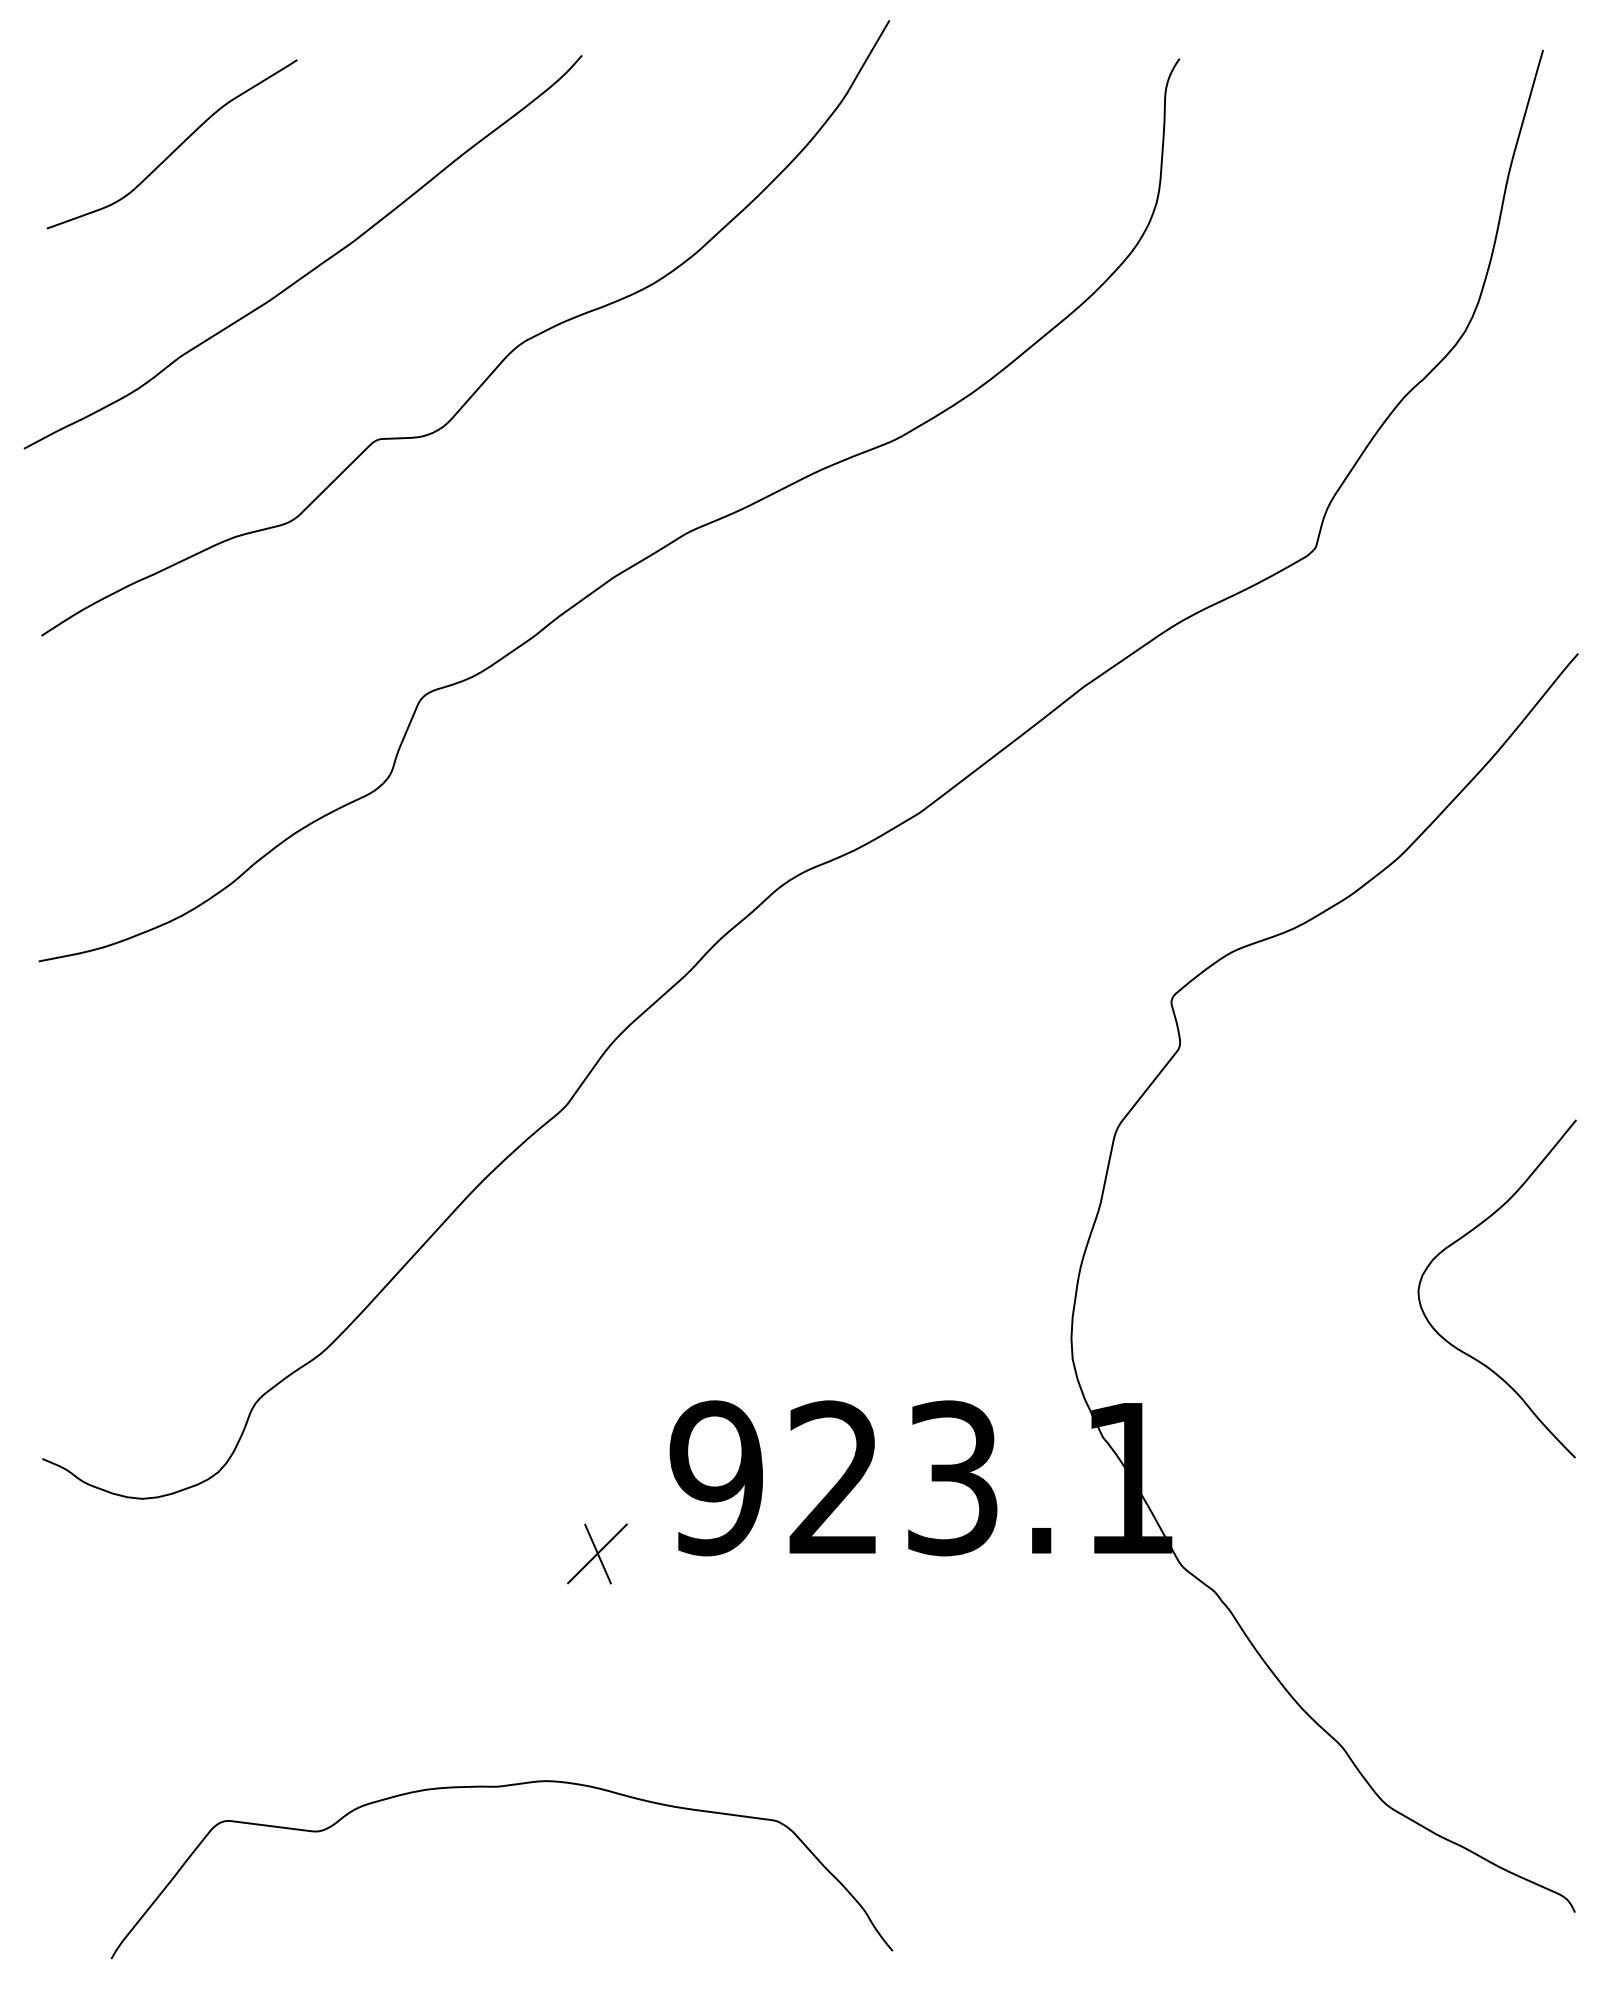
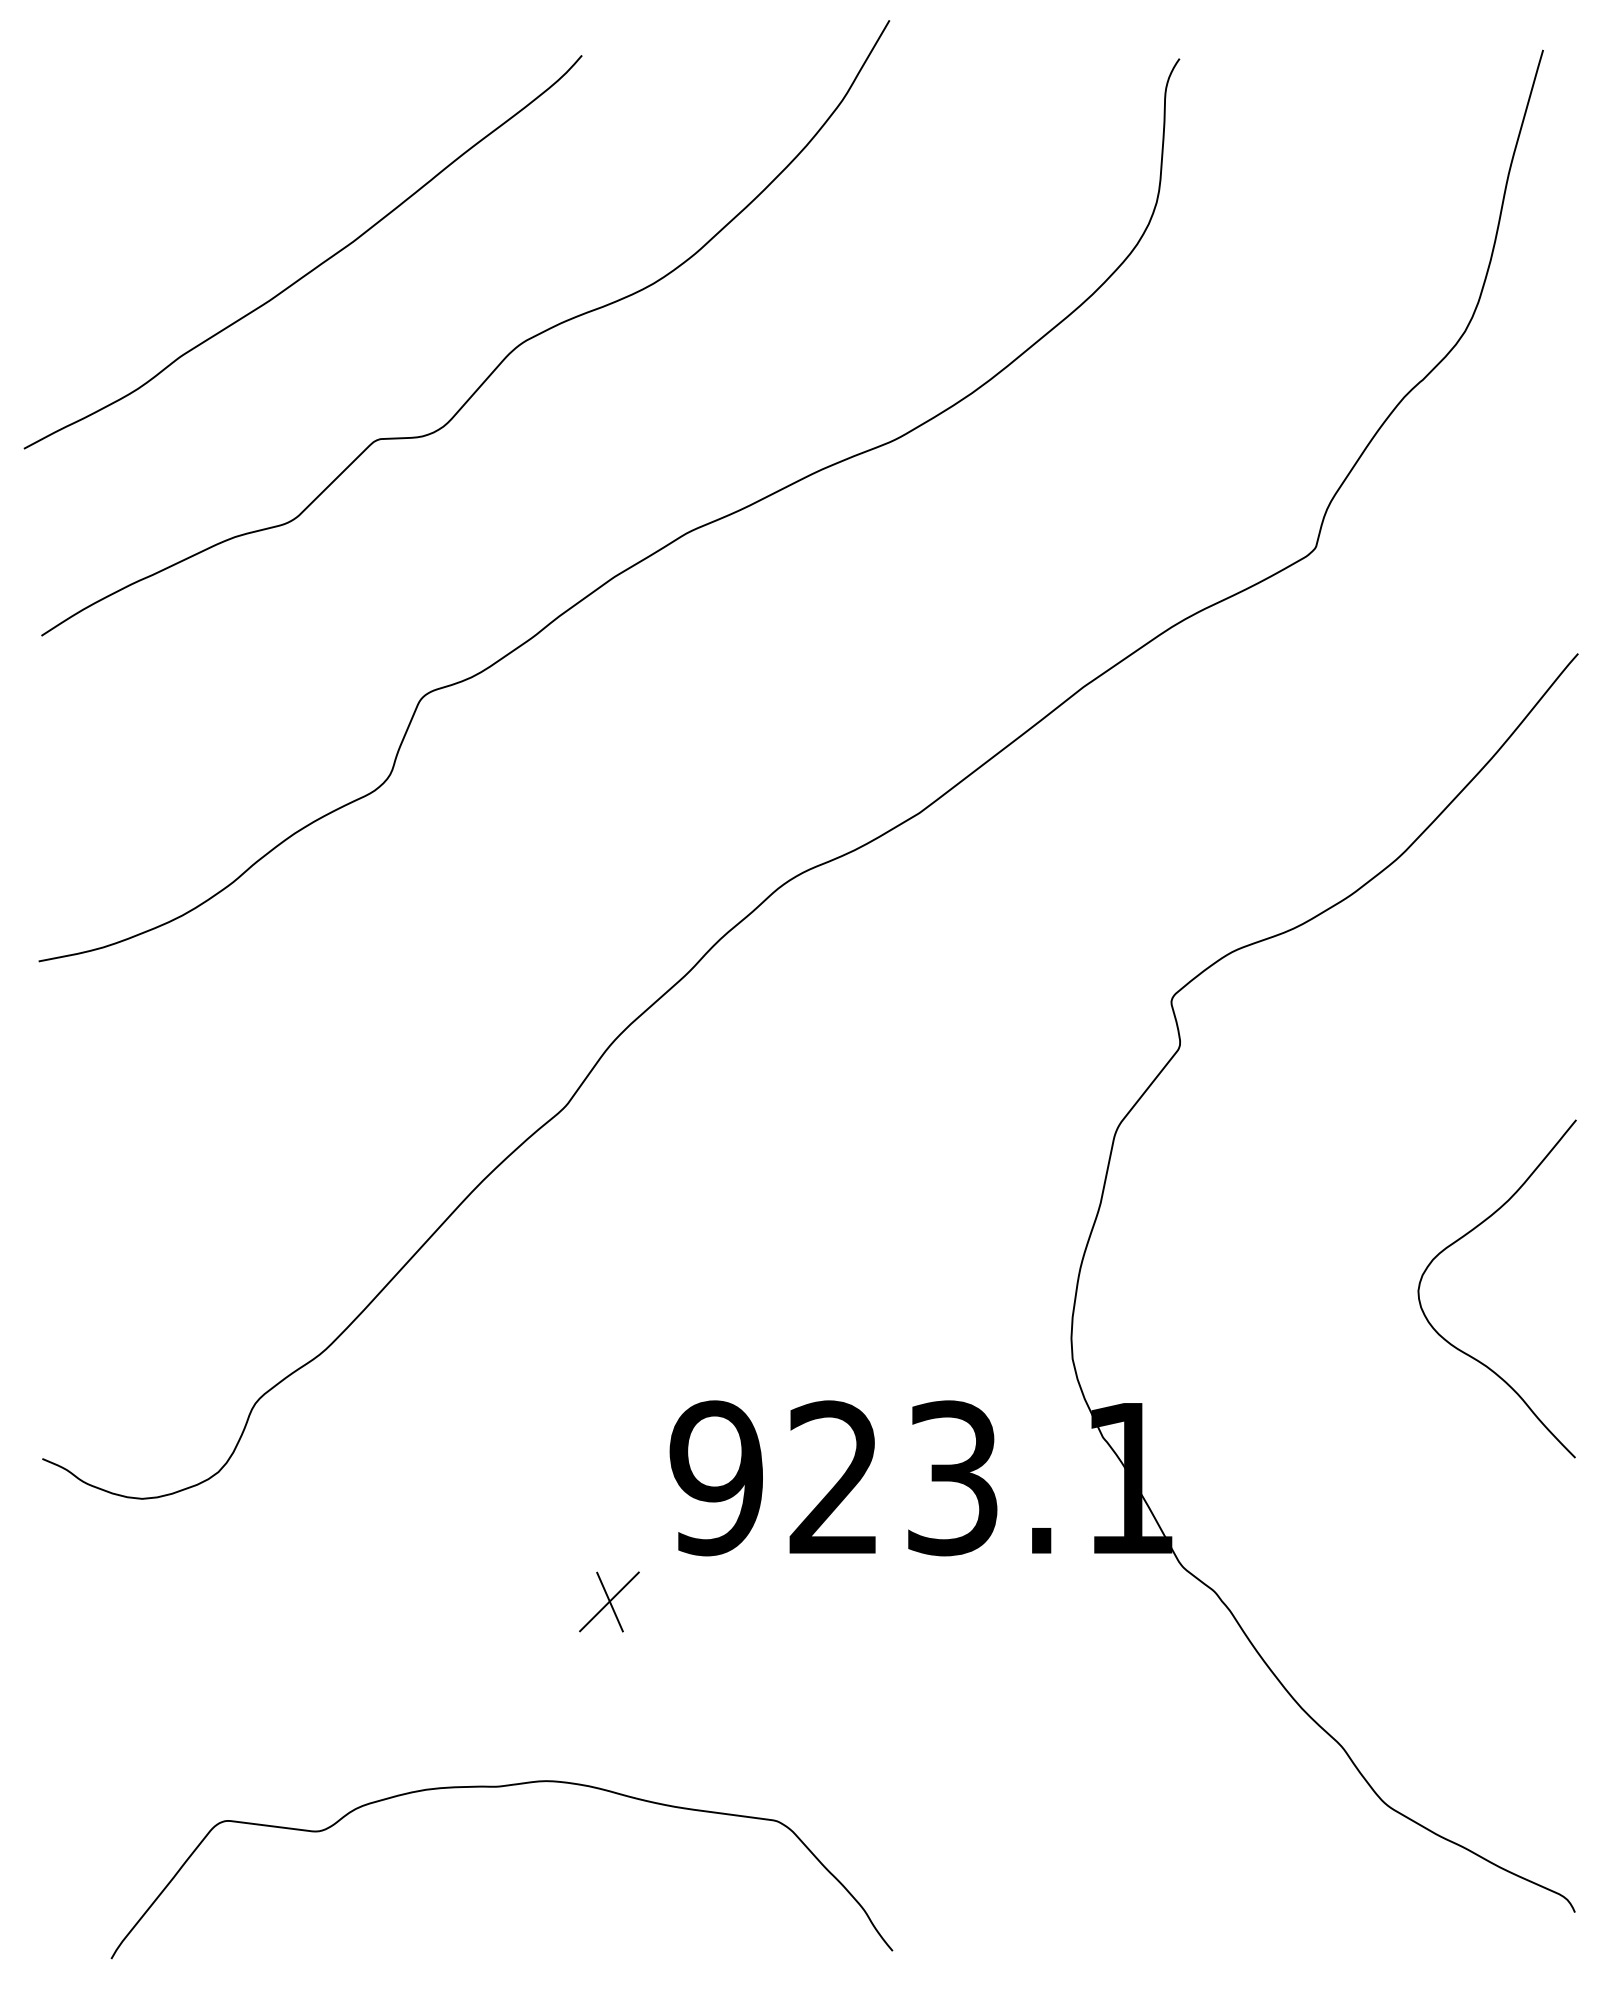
curve at (175, 148): present -> none
part at (597, 1553) position: (597, 1553) -> (609, 1601)
